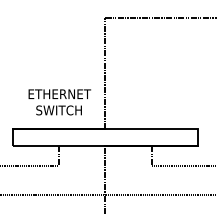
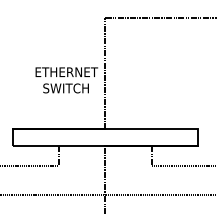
text at (59, 102) position: (59, 102) -> (66, 80)
